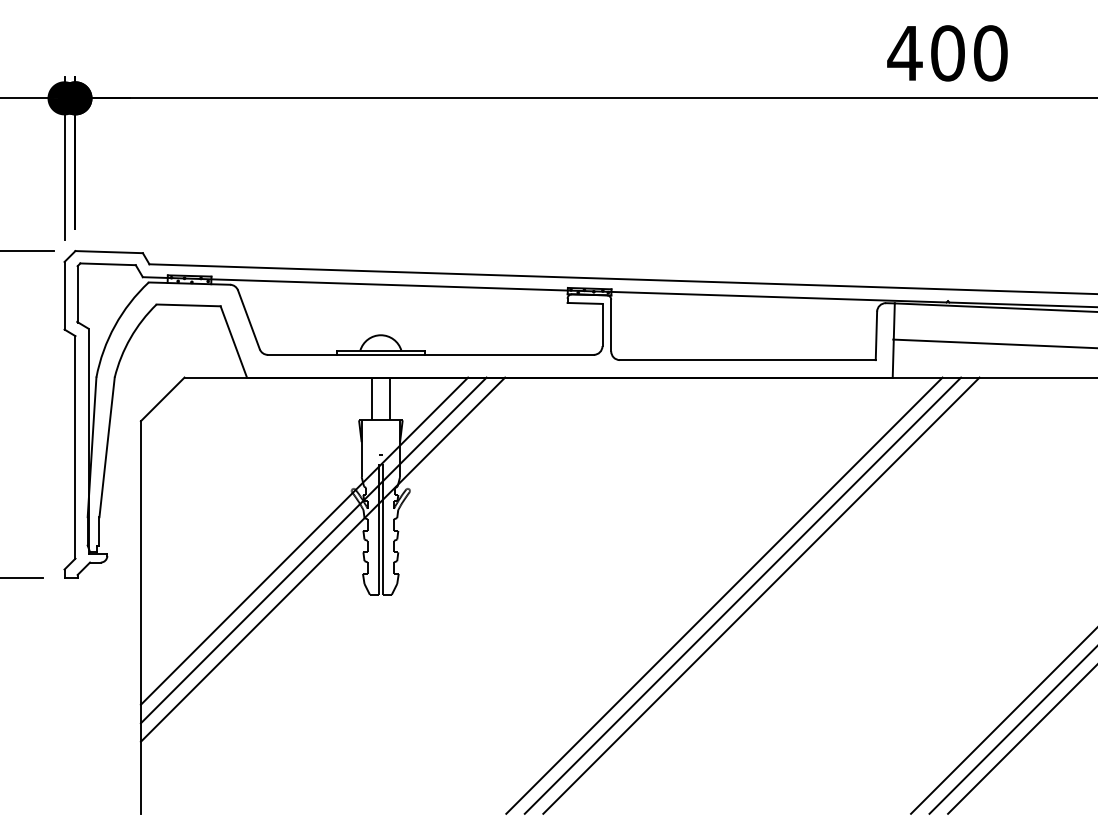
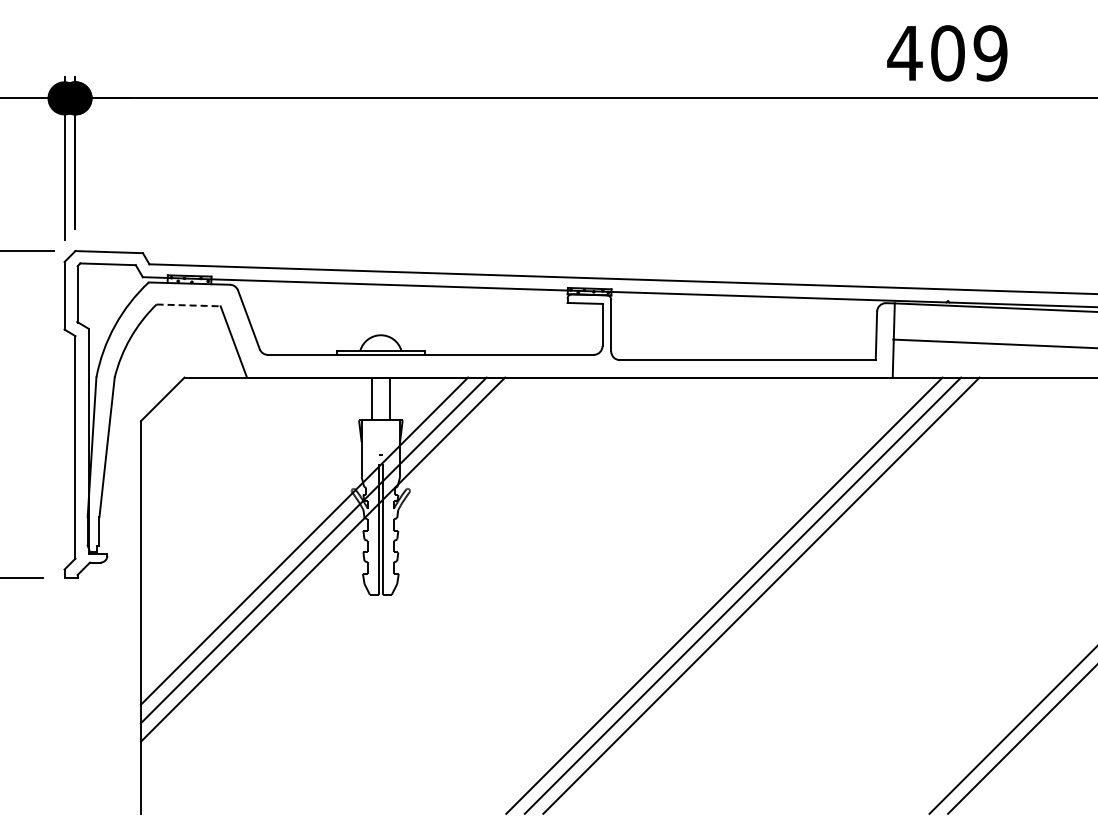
text at (990, 53): 400 -> 409
line at (189, 305): solid -> dashed
line at (1002, 721): present -> none
